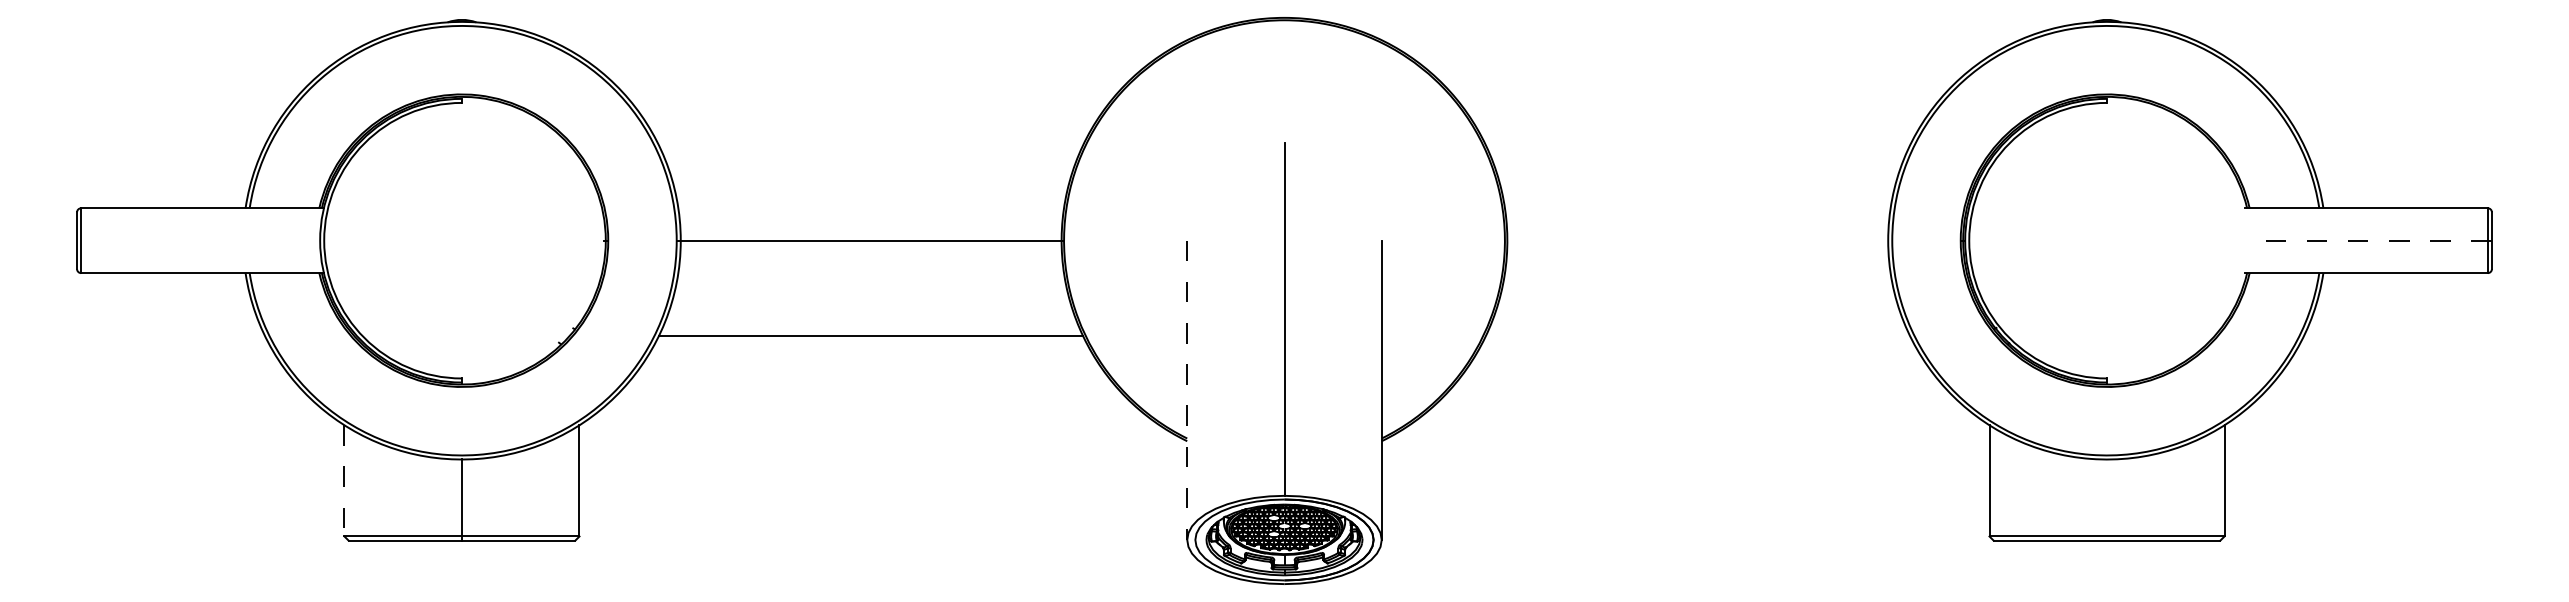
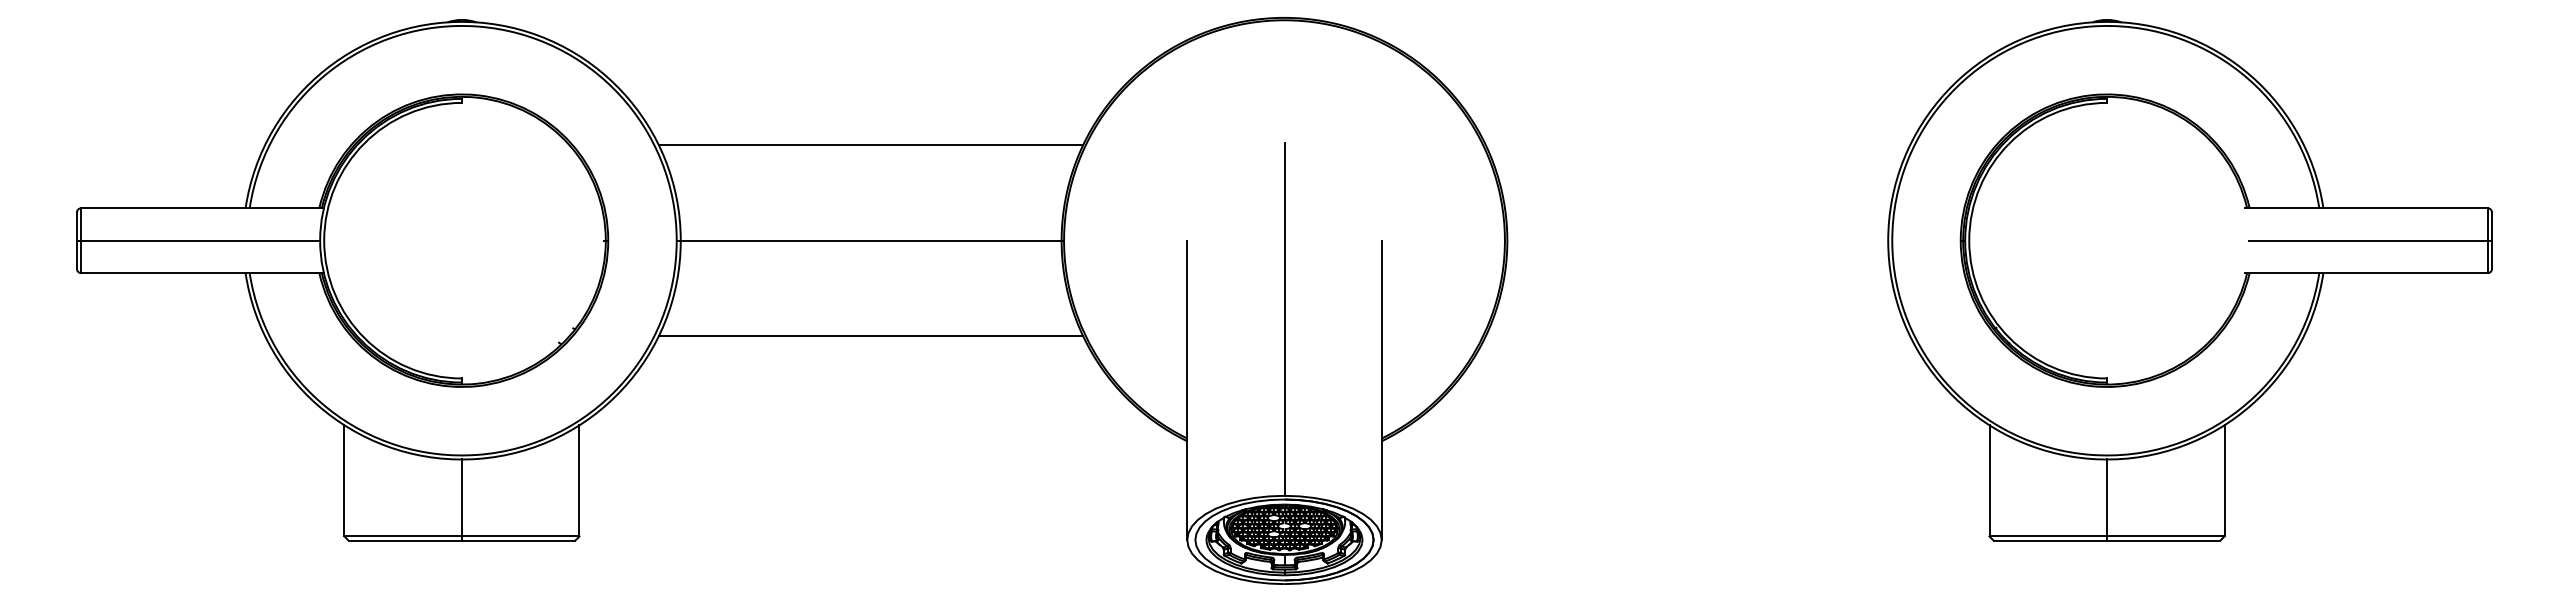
line at (870, 145): none -> present
line at (198, 240): none -> present
line at (2370, 240): dashed -> solid
line at (1187, 390): dashed -> solid
line at (344, 480): dashed -> solid
line at (2107, 499): none -> present
